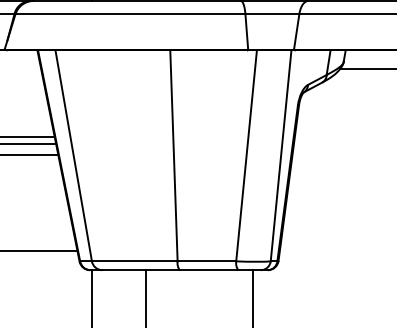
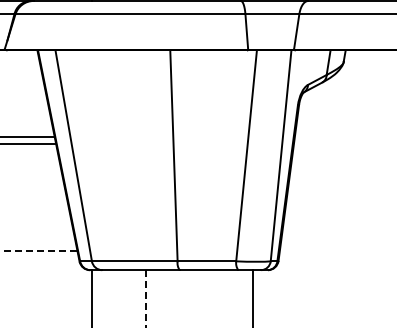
line at (366, 69): present -> none
line at (30, 154): present -> none
line at (38, 250): solid -> dashed
line at (145, 298): solid -> dashed
